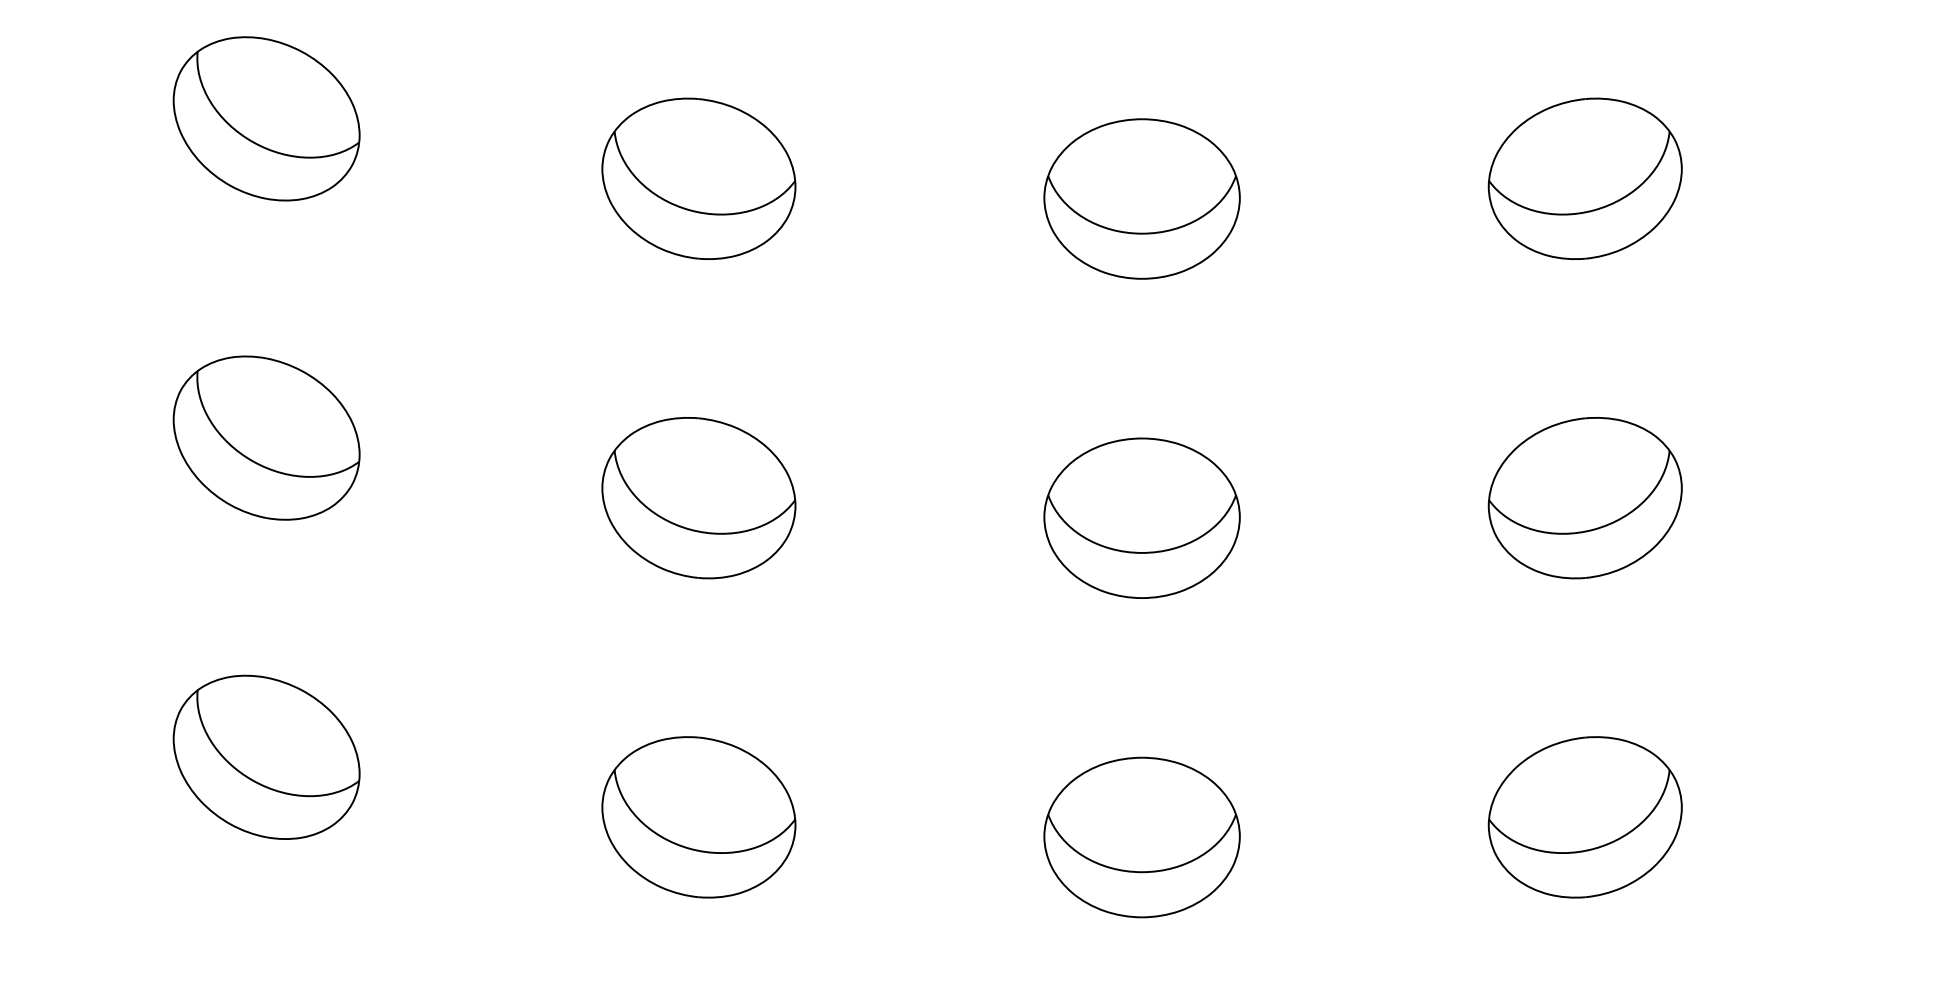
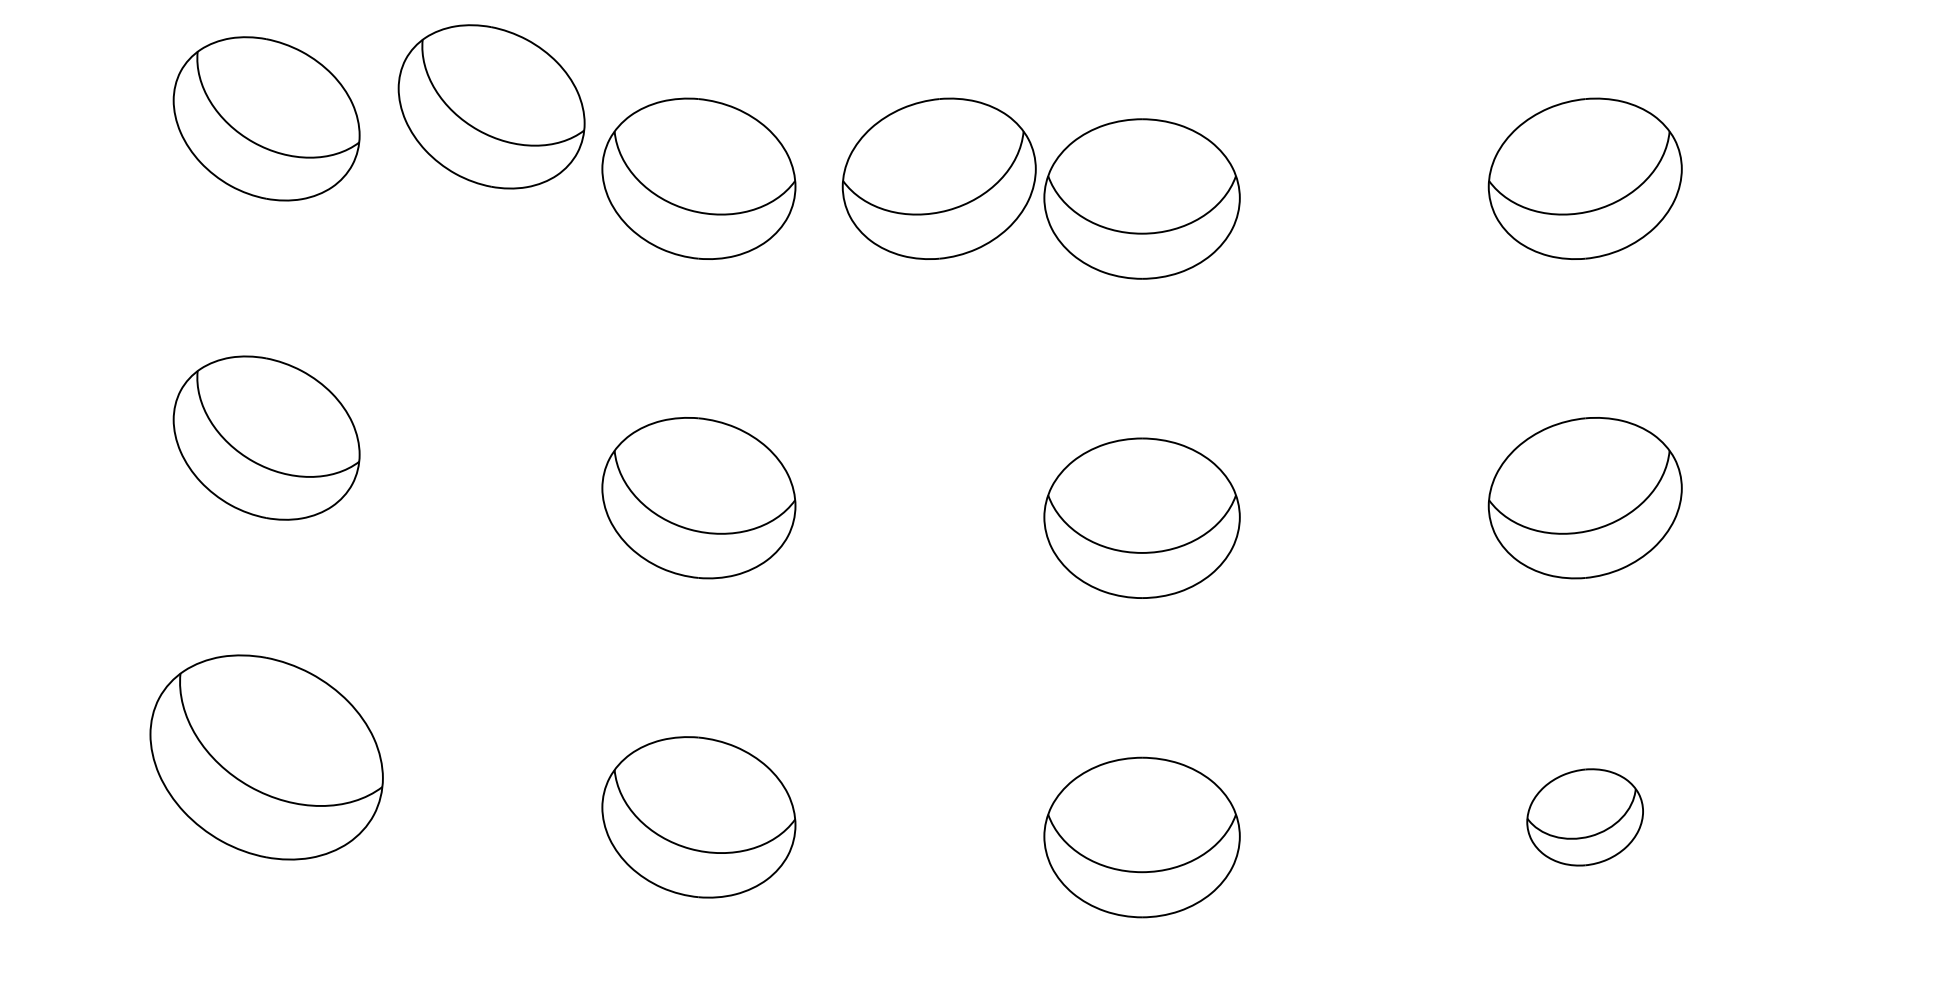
part at (491, 106): none -> present
part at (938, 178): none -> present
part at (266, 756) size: 189x166 px -> 235x207 px
part at (1584, 817) size: 196x163 px -> 118x99 px
